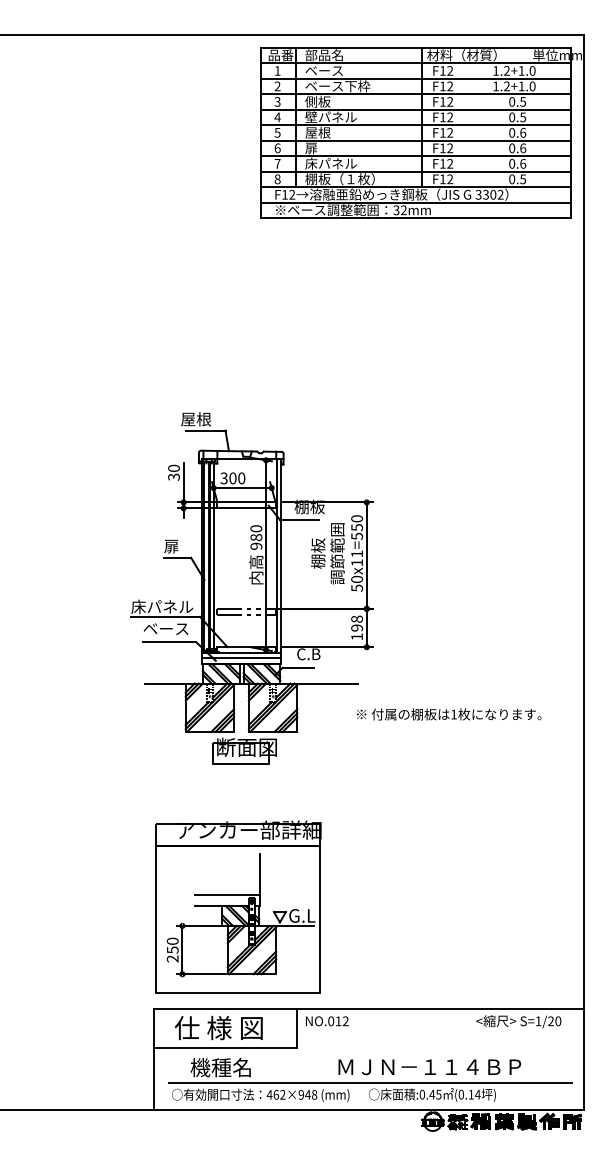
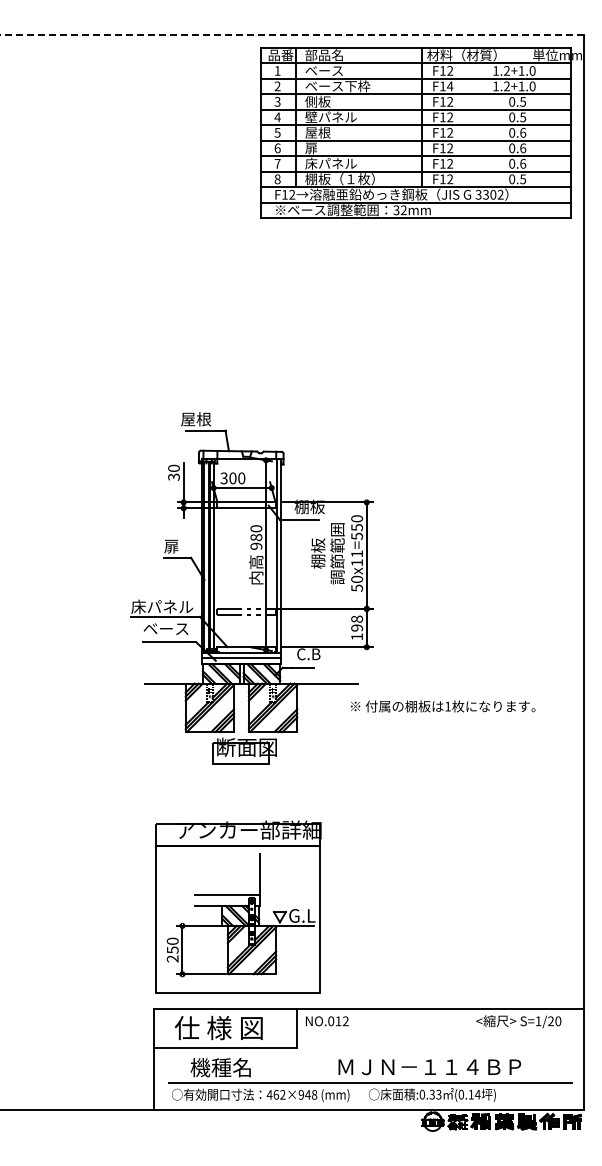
line at (292, 34): solid -> dashed
text at (450, 86): F12 -> F14
text at (449, 714) position: (449, 714) -> (443, 706)
text at (435, 1094): :0.45 -> :0.33
